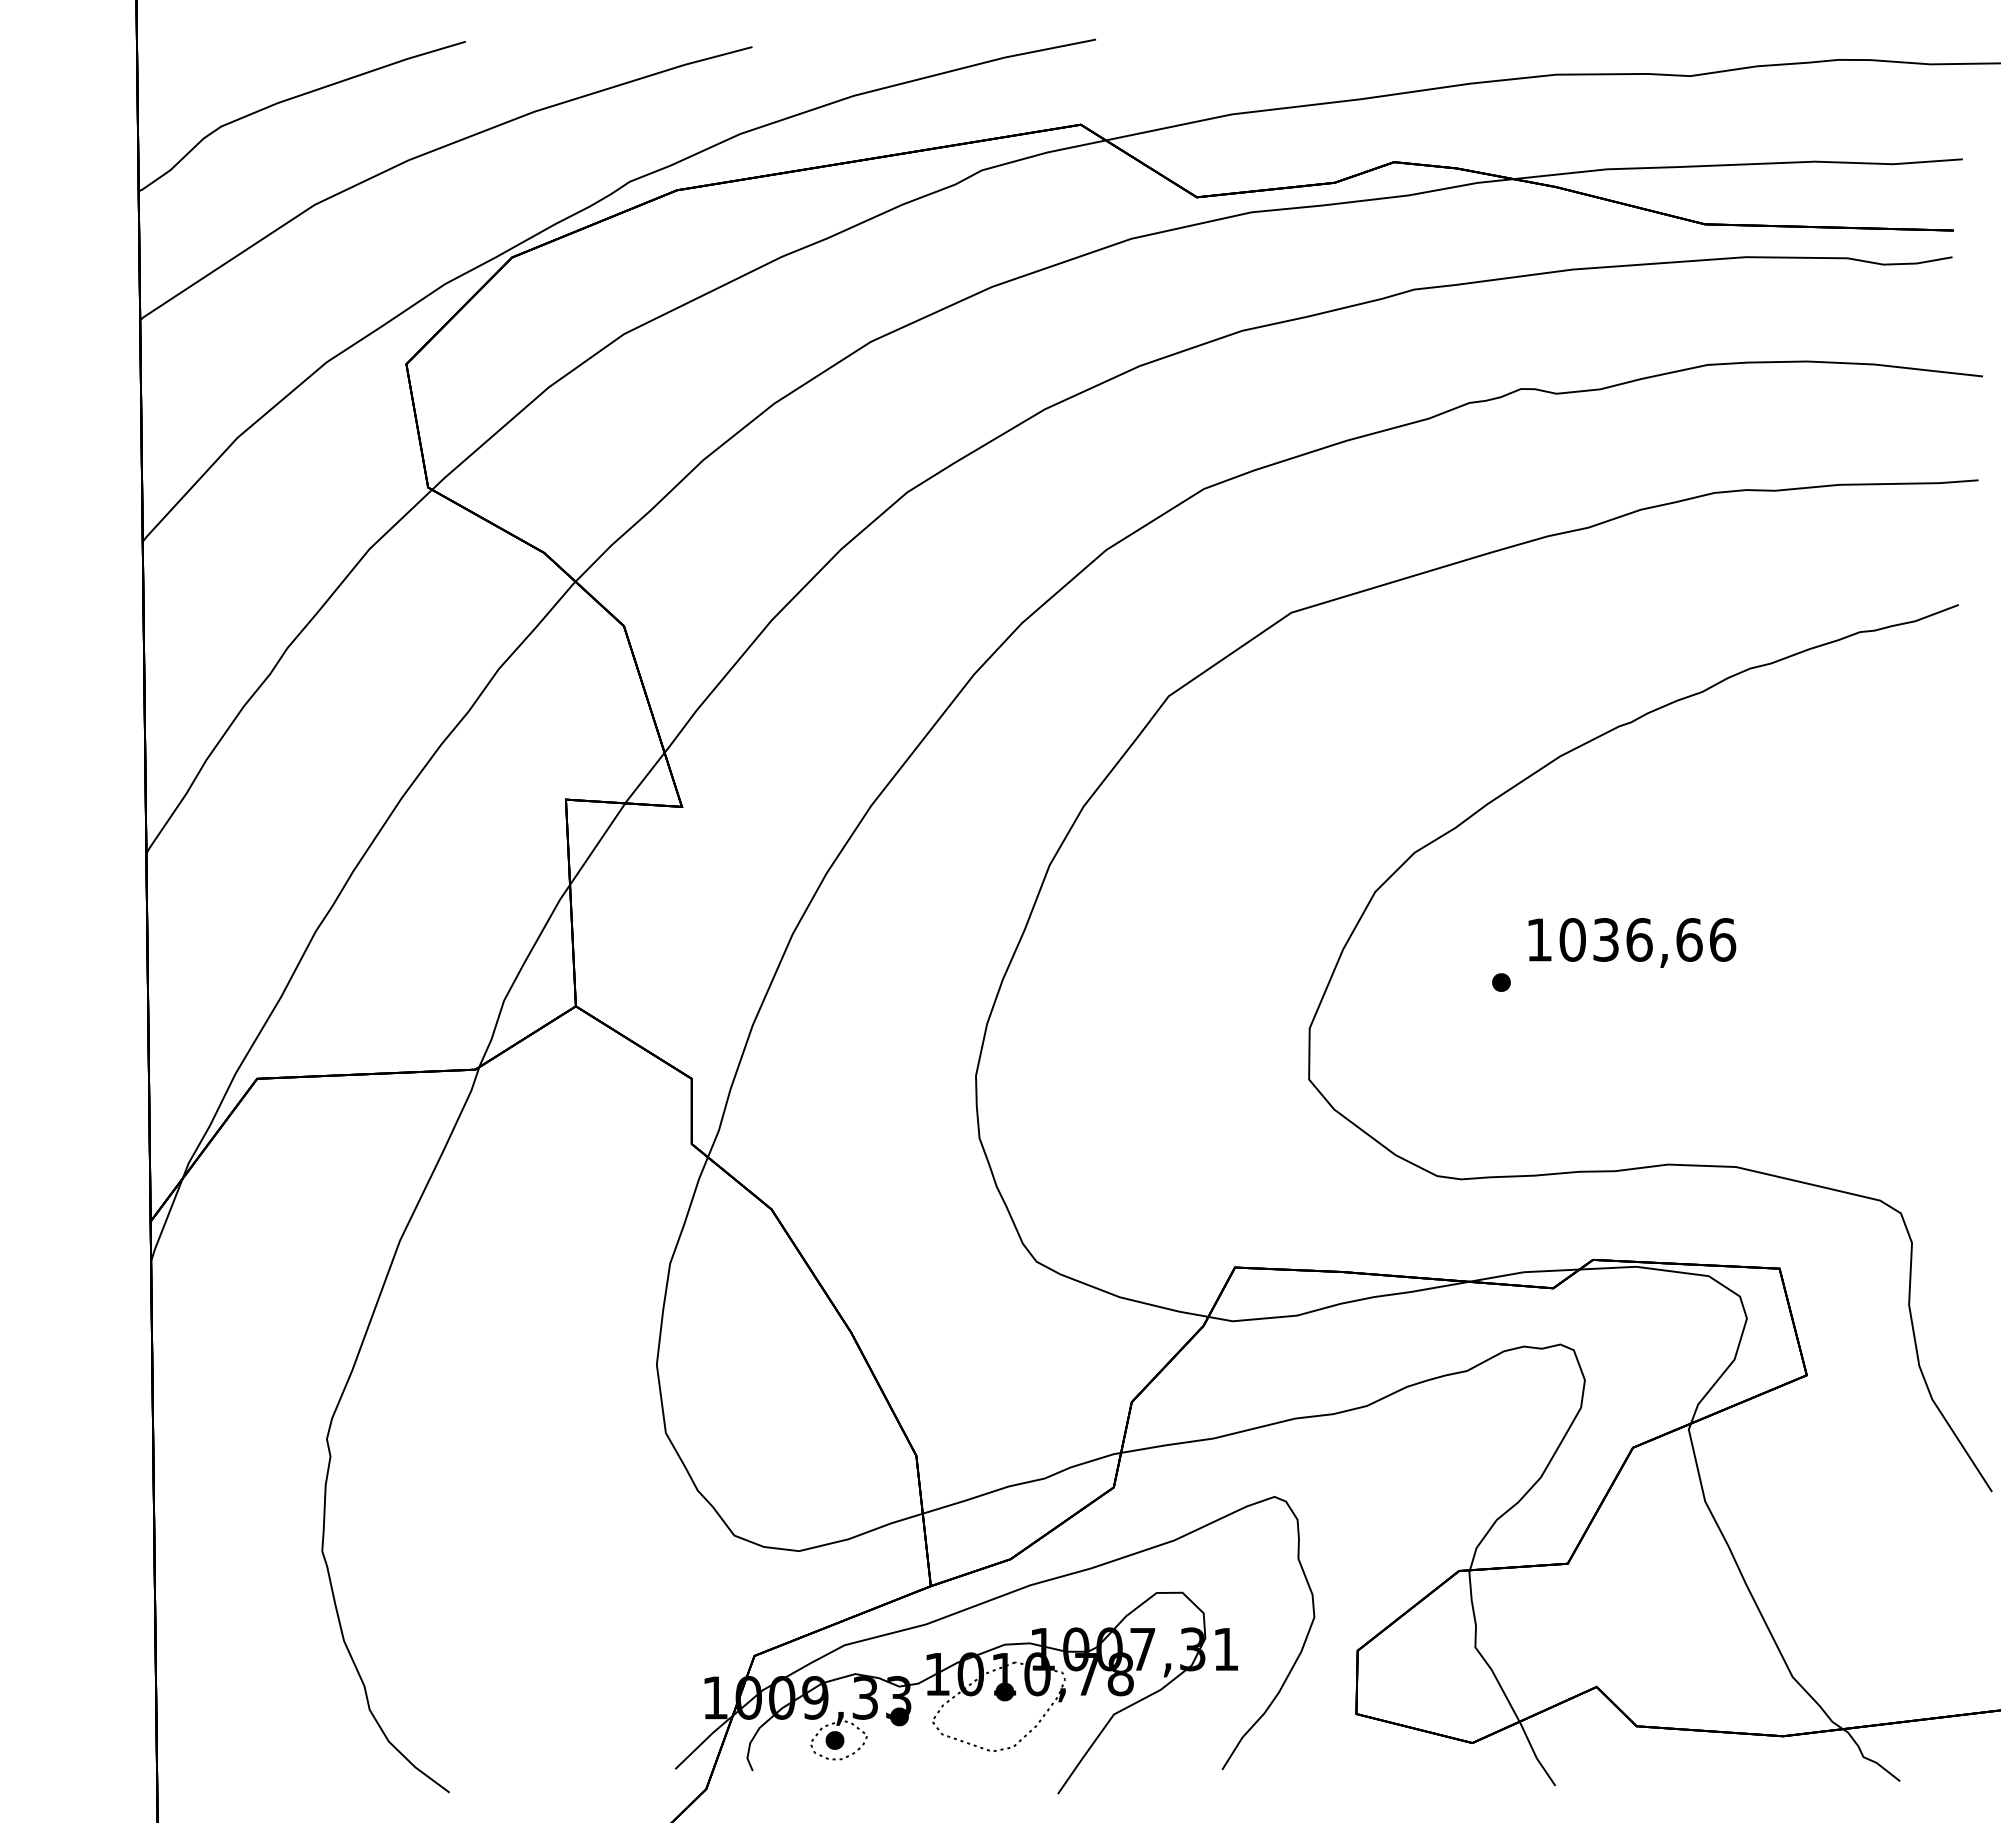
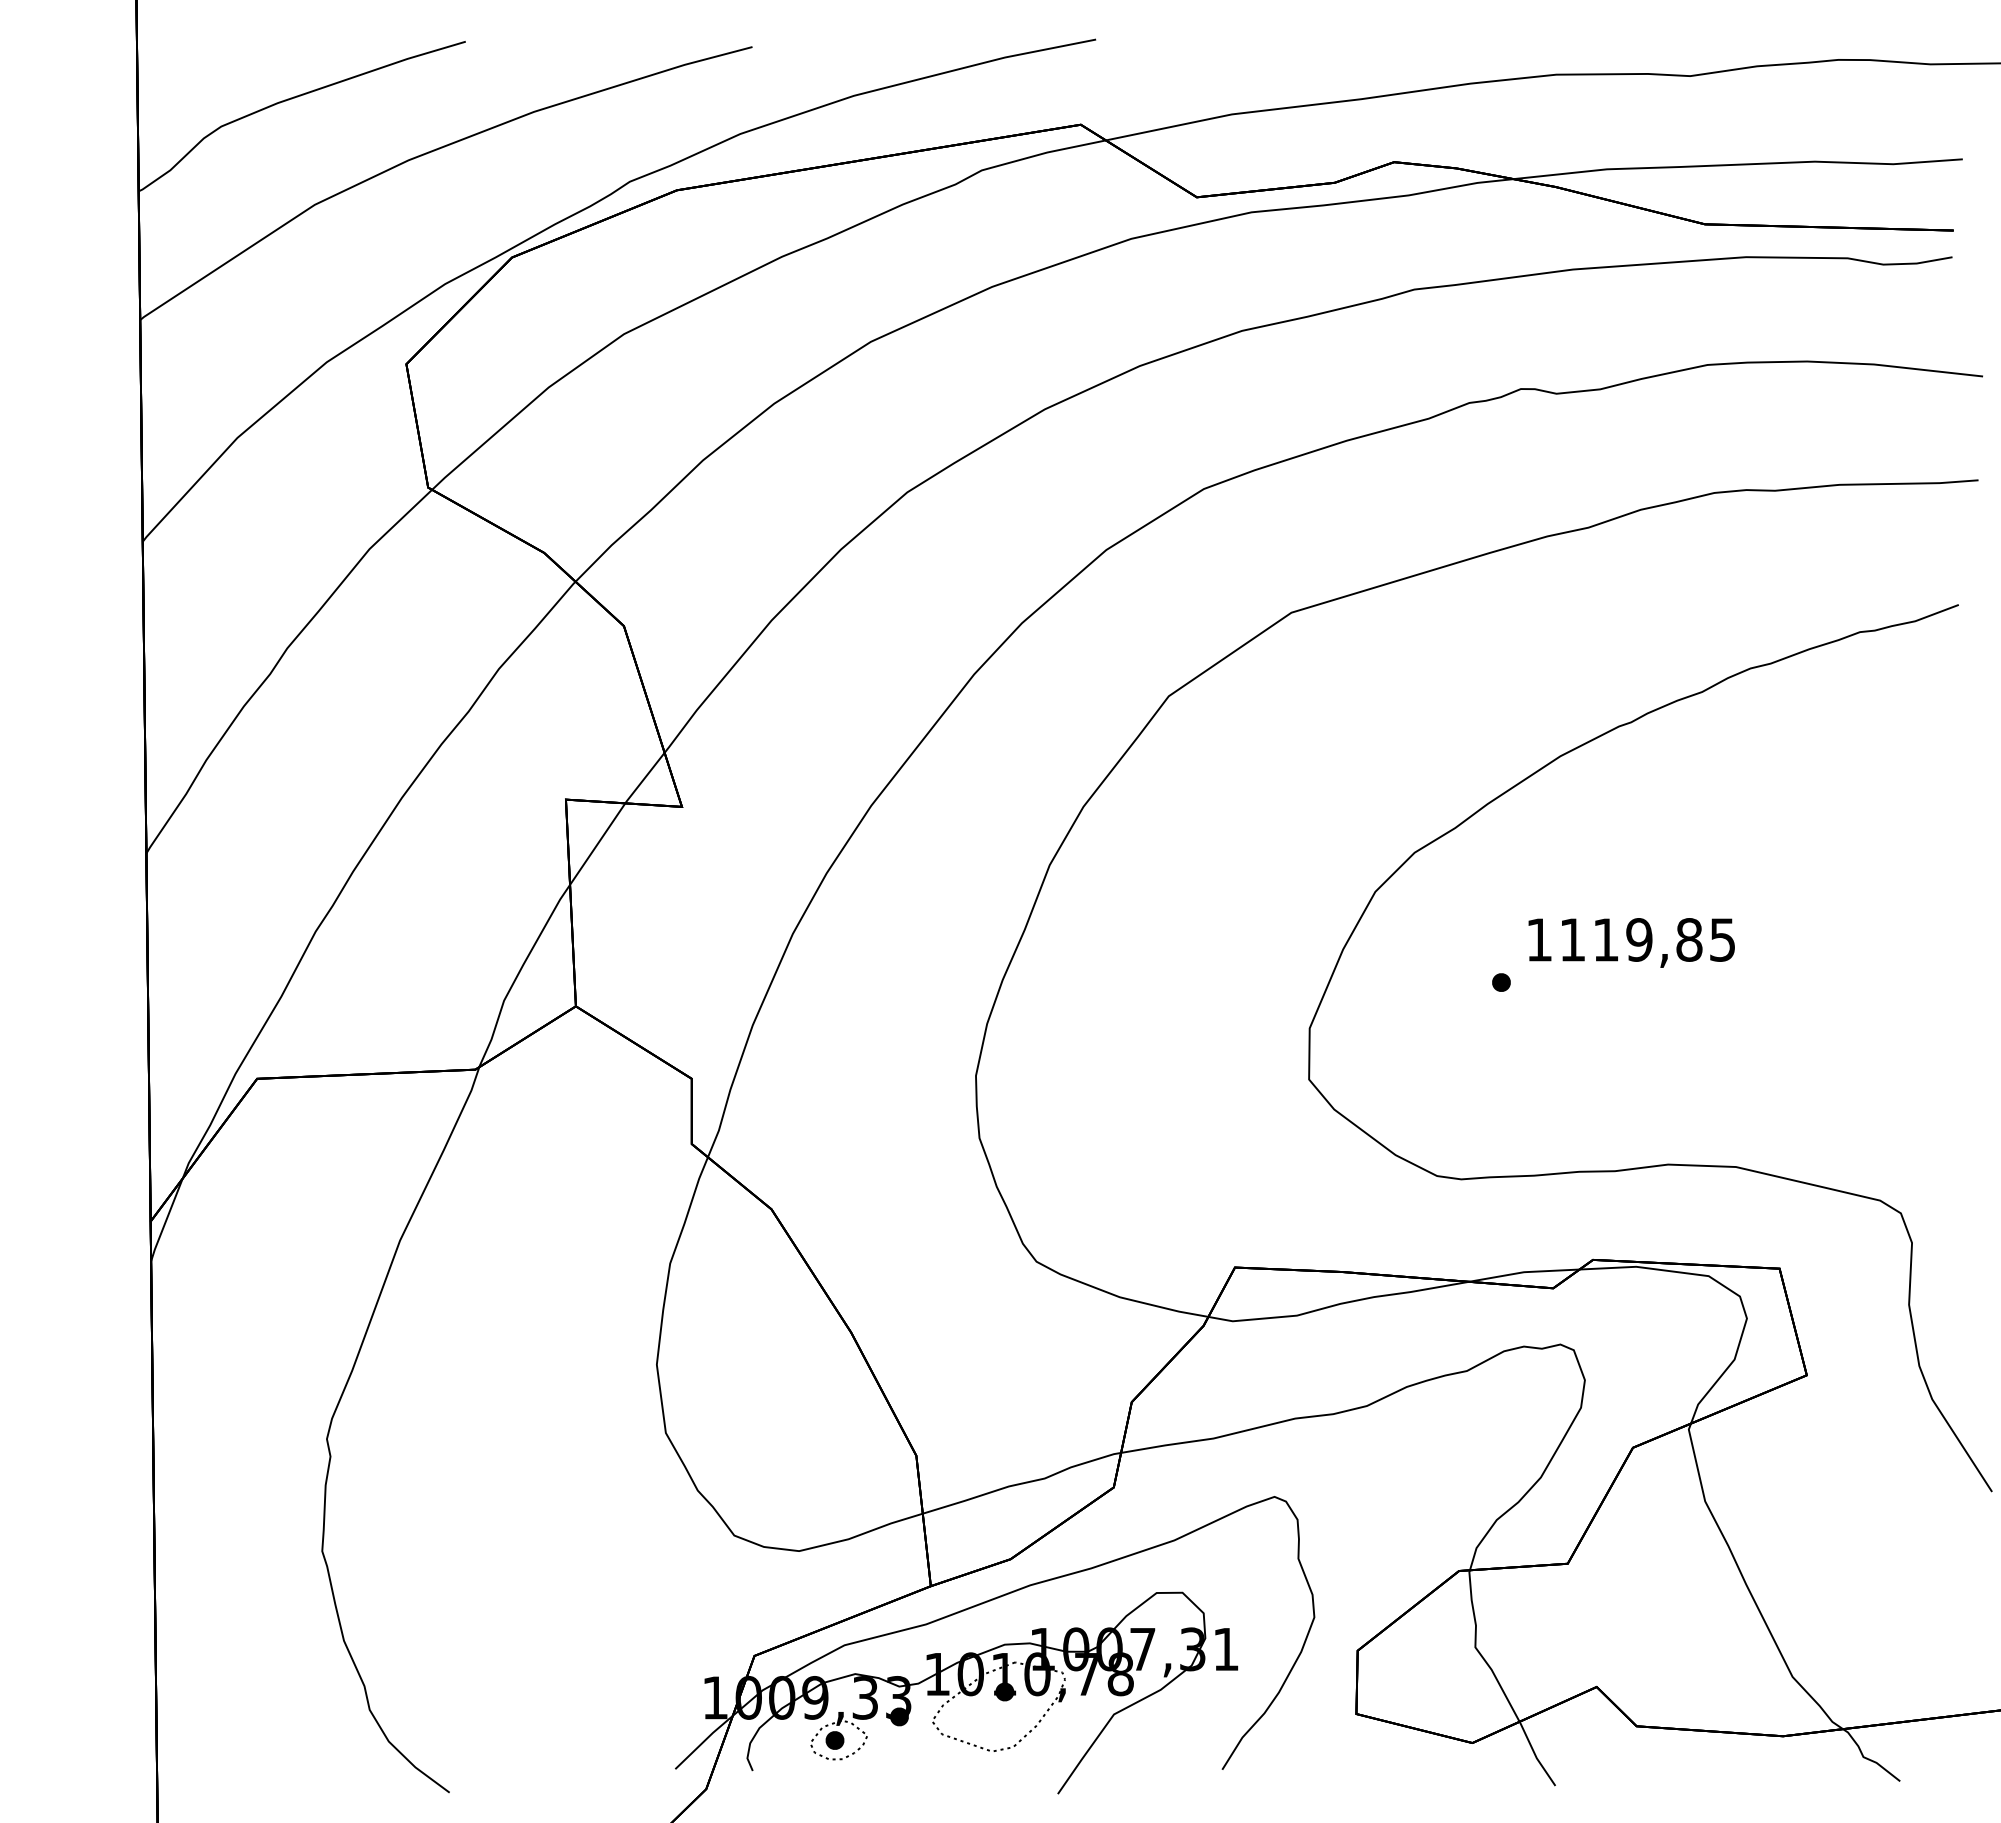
text at (1647, 939): 1036,66 -> 1119,85
